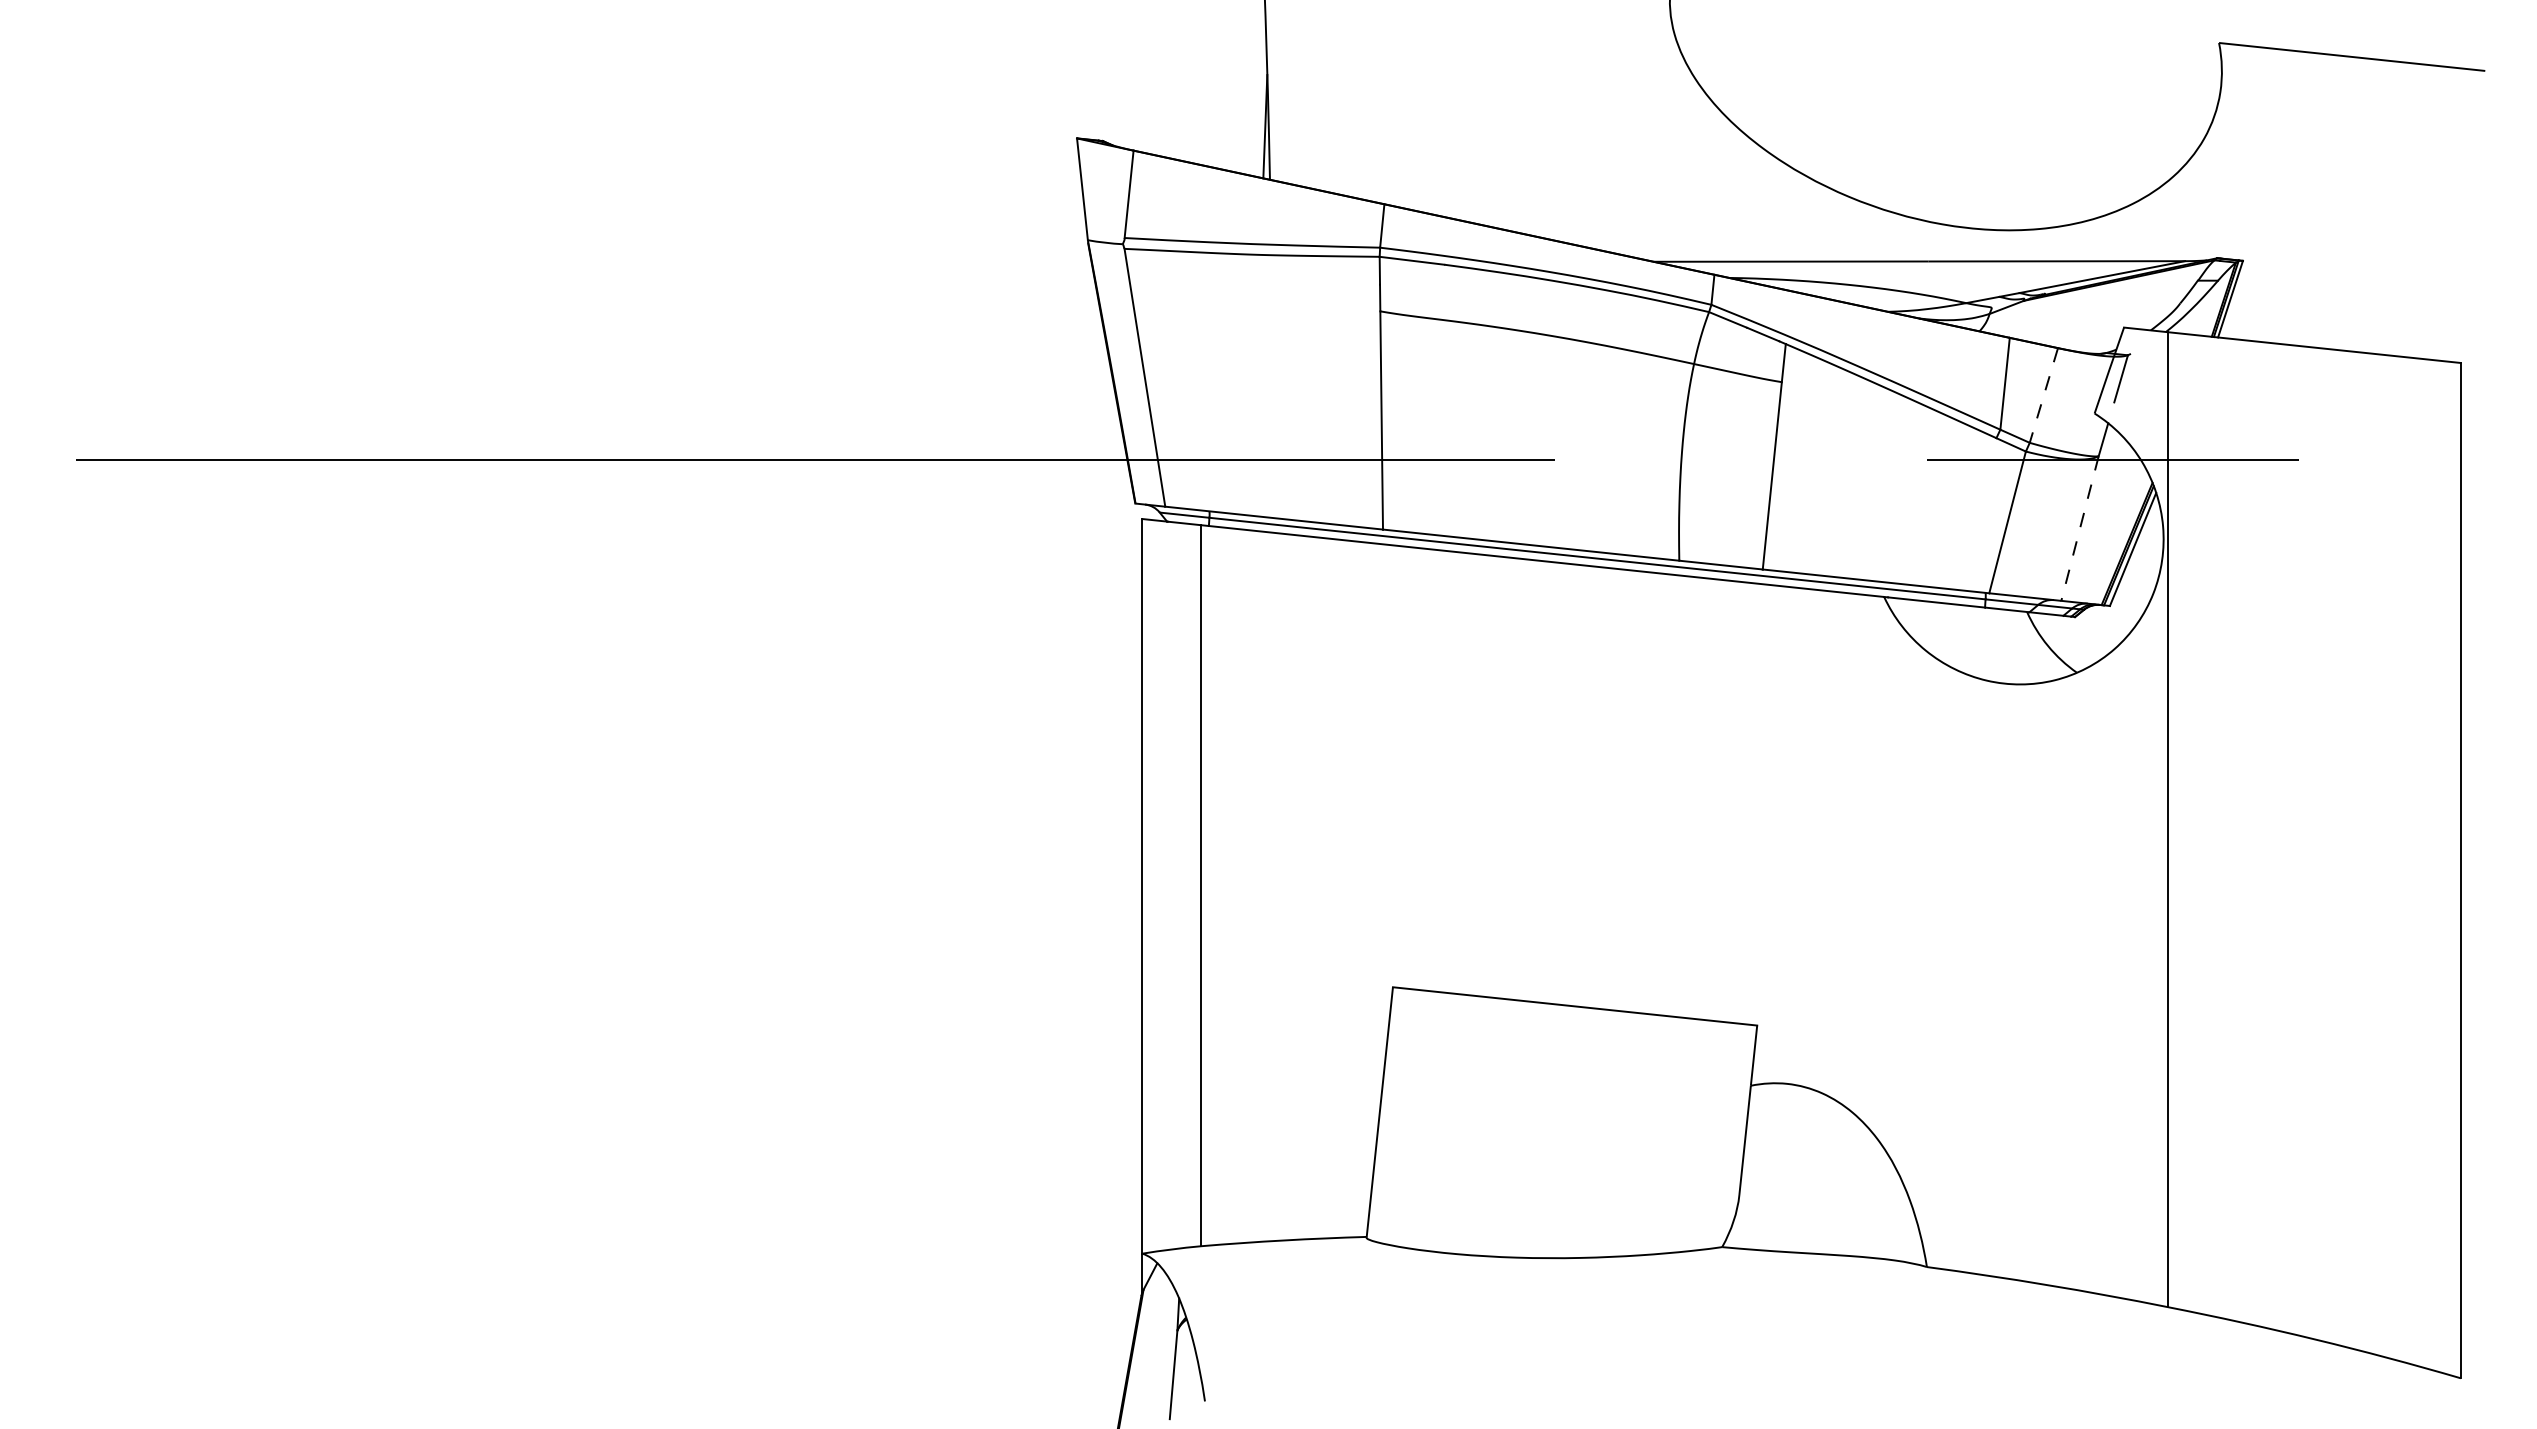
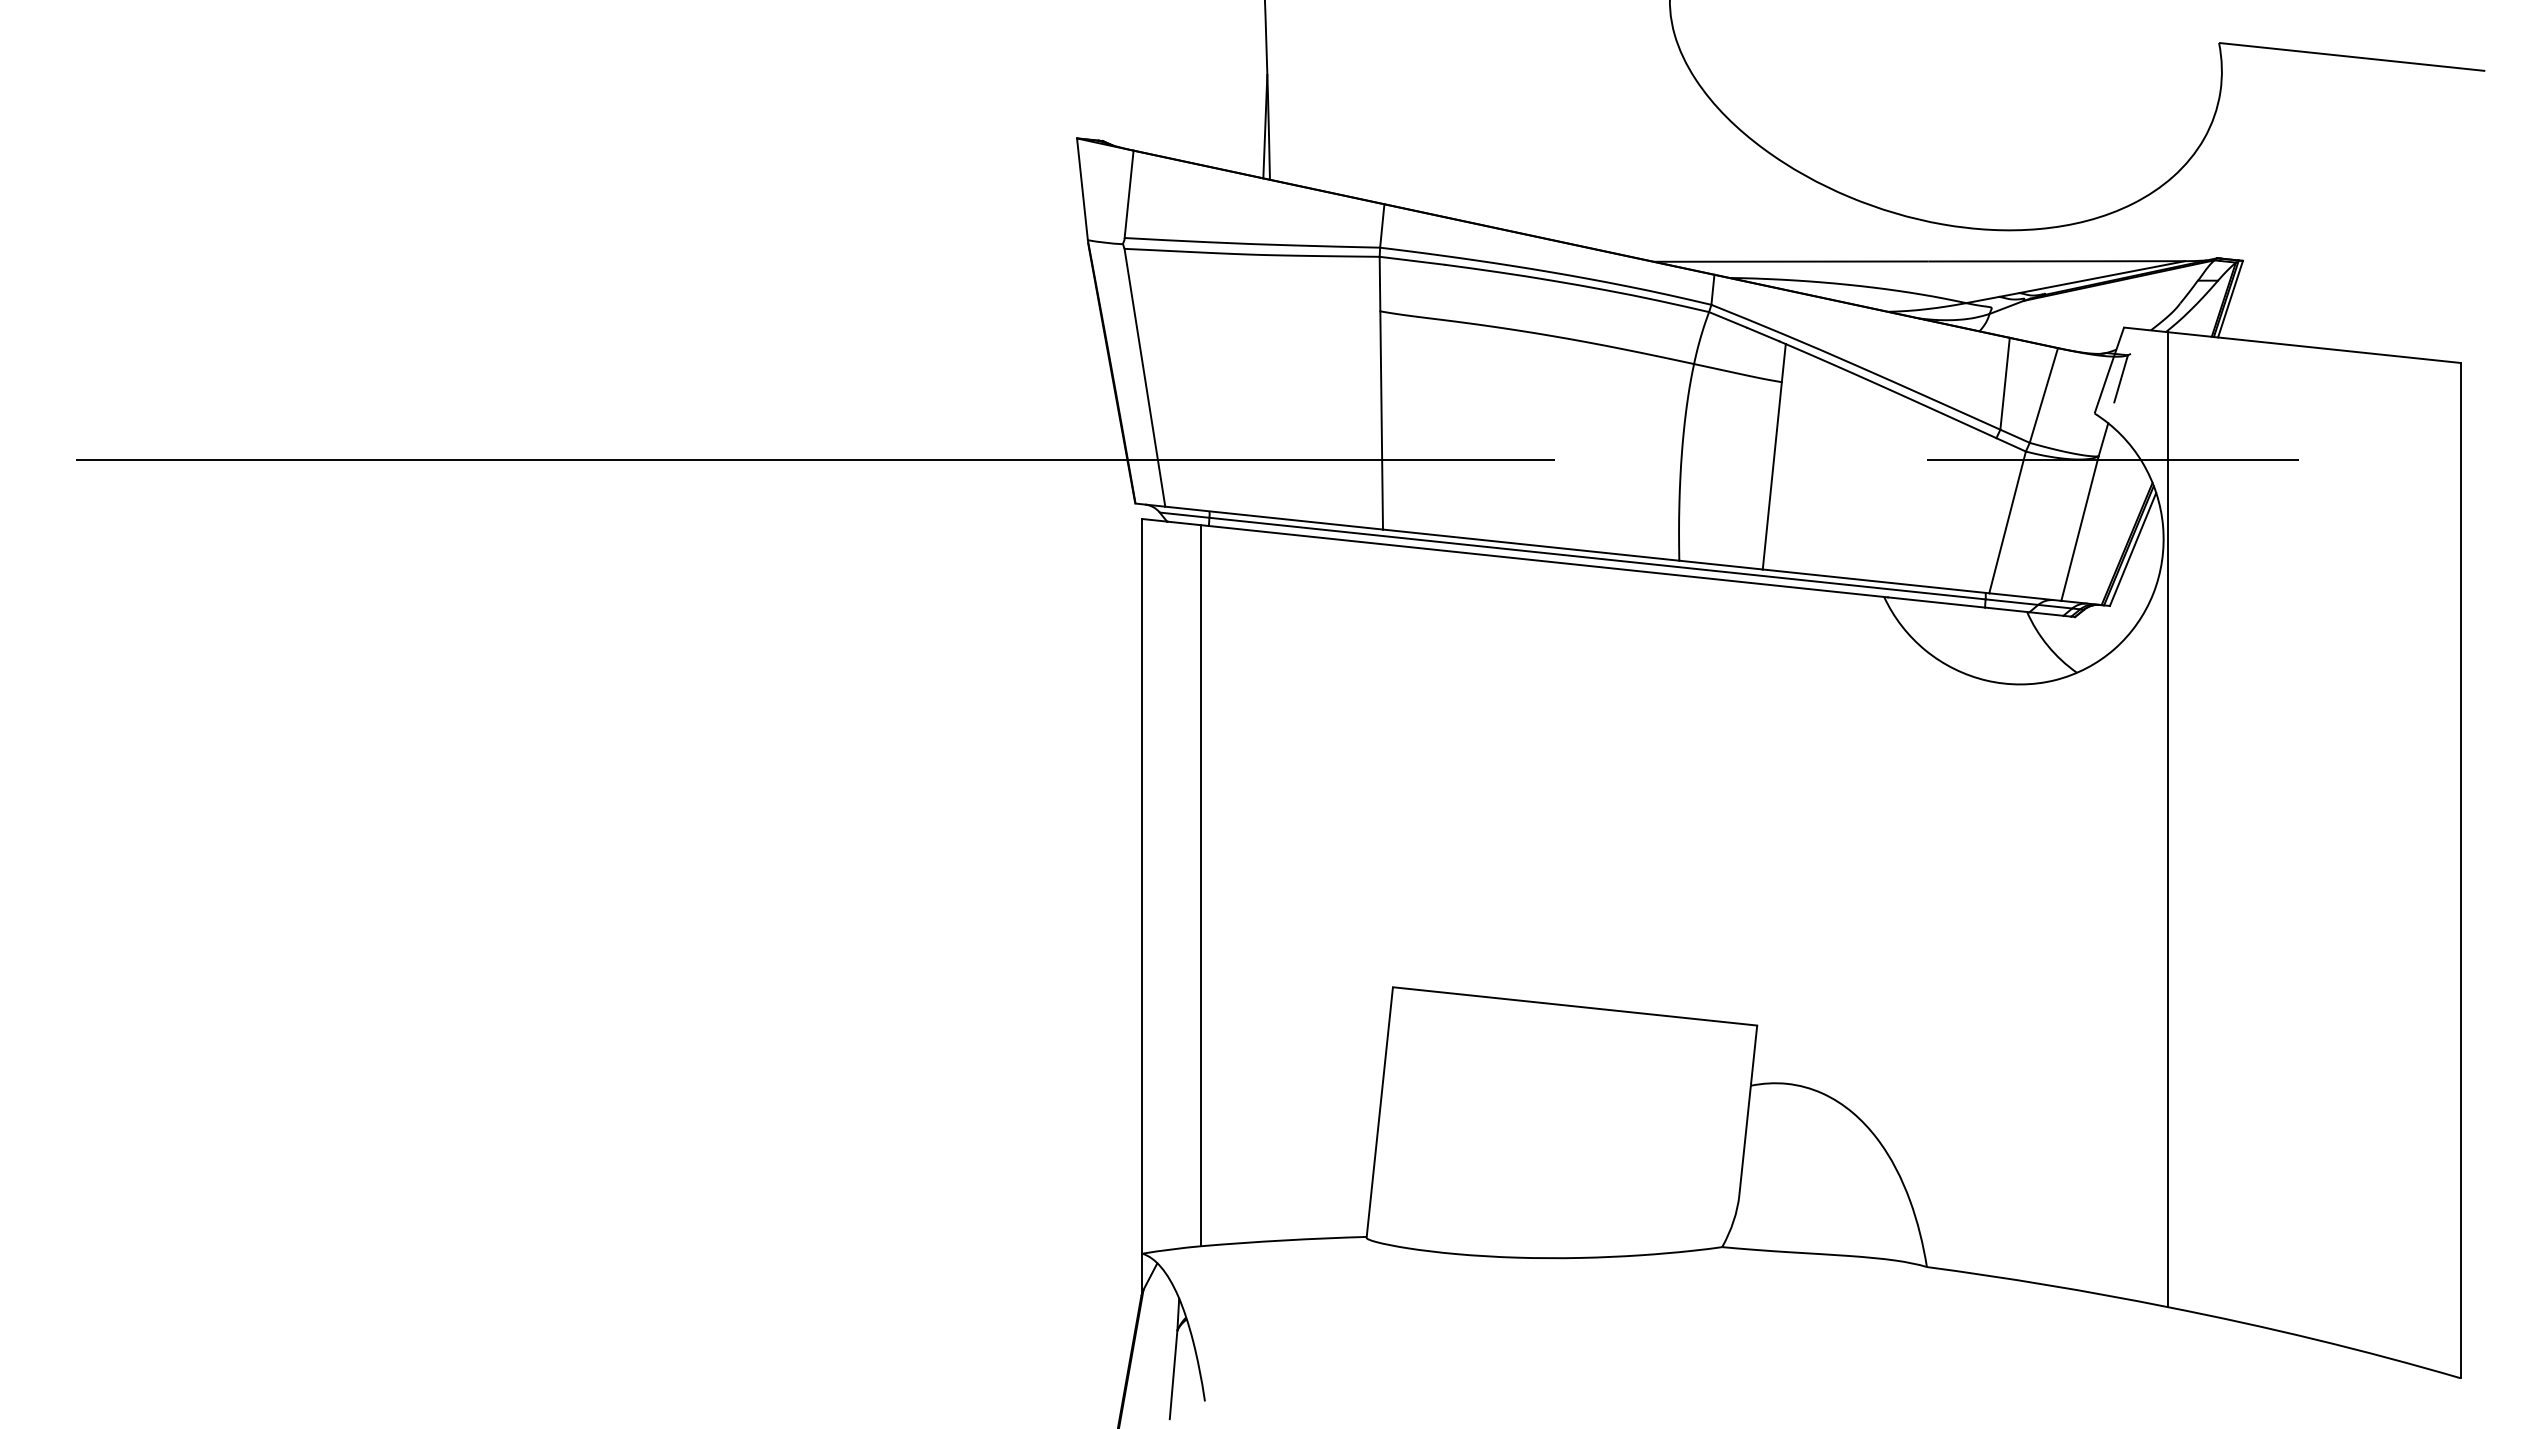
line at (2043, 395): dashed -> solid
line at (2080, 528): dashed -> solid
